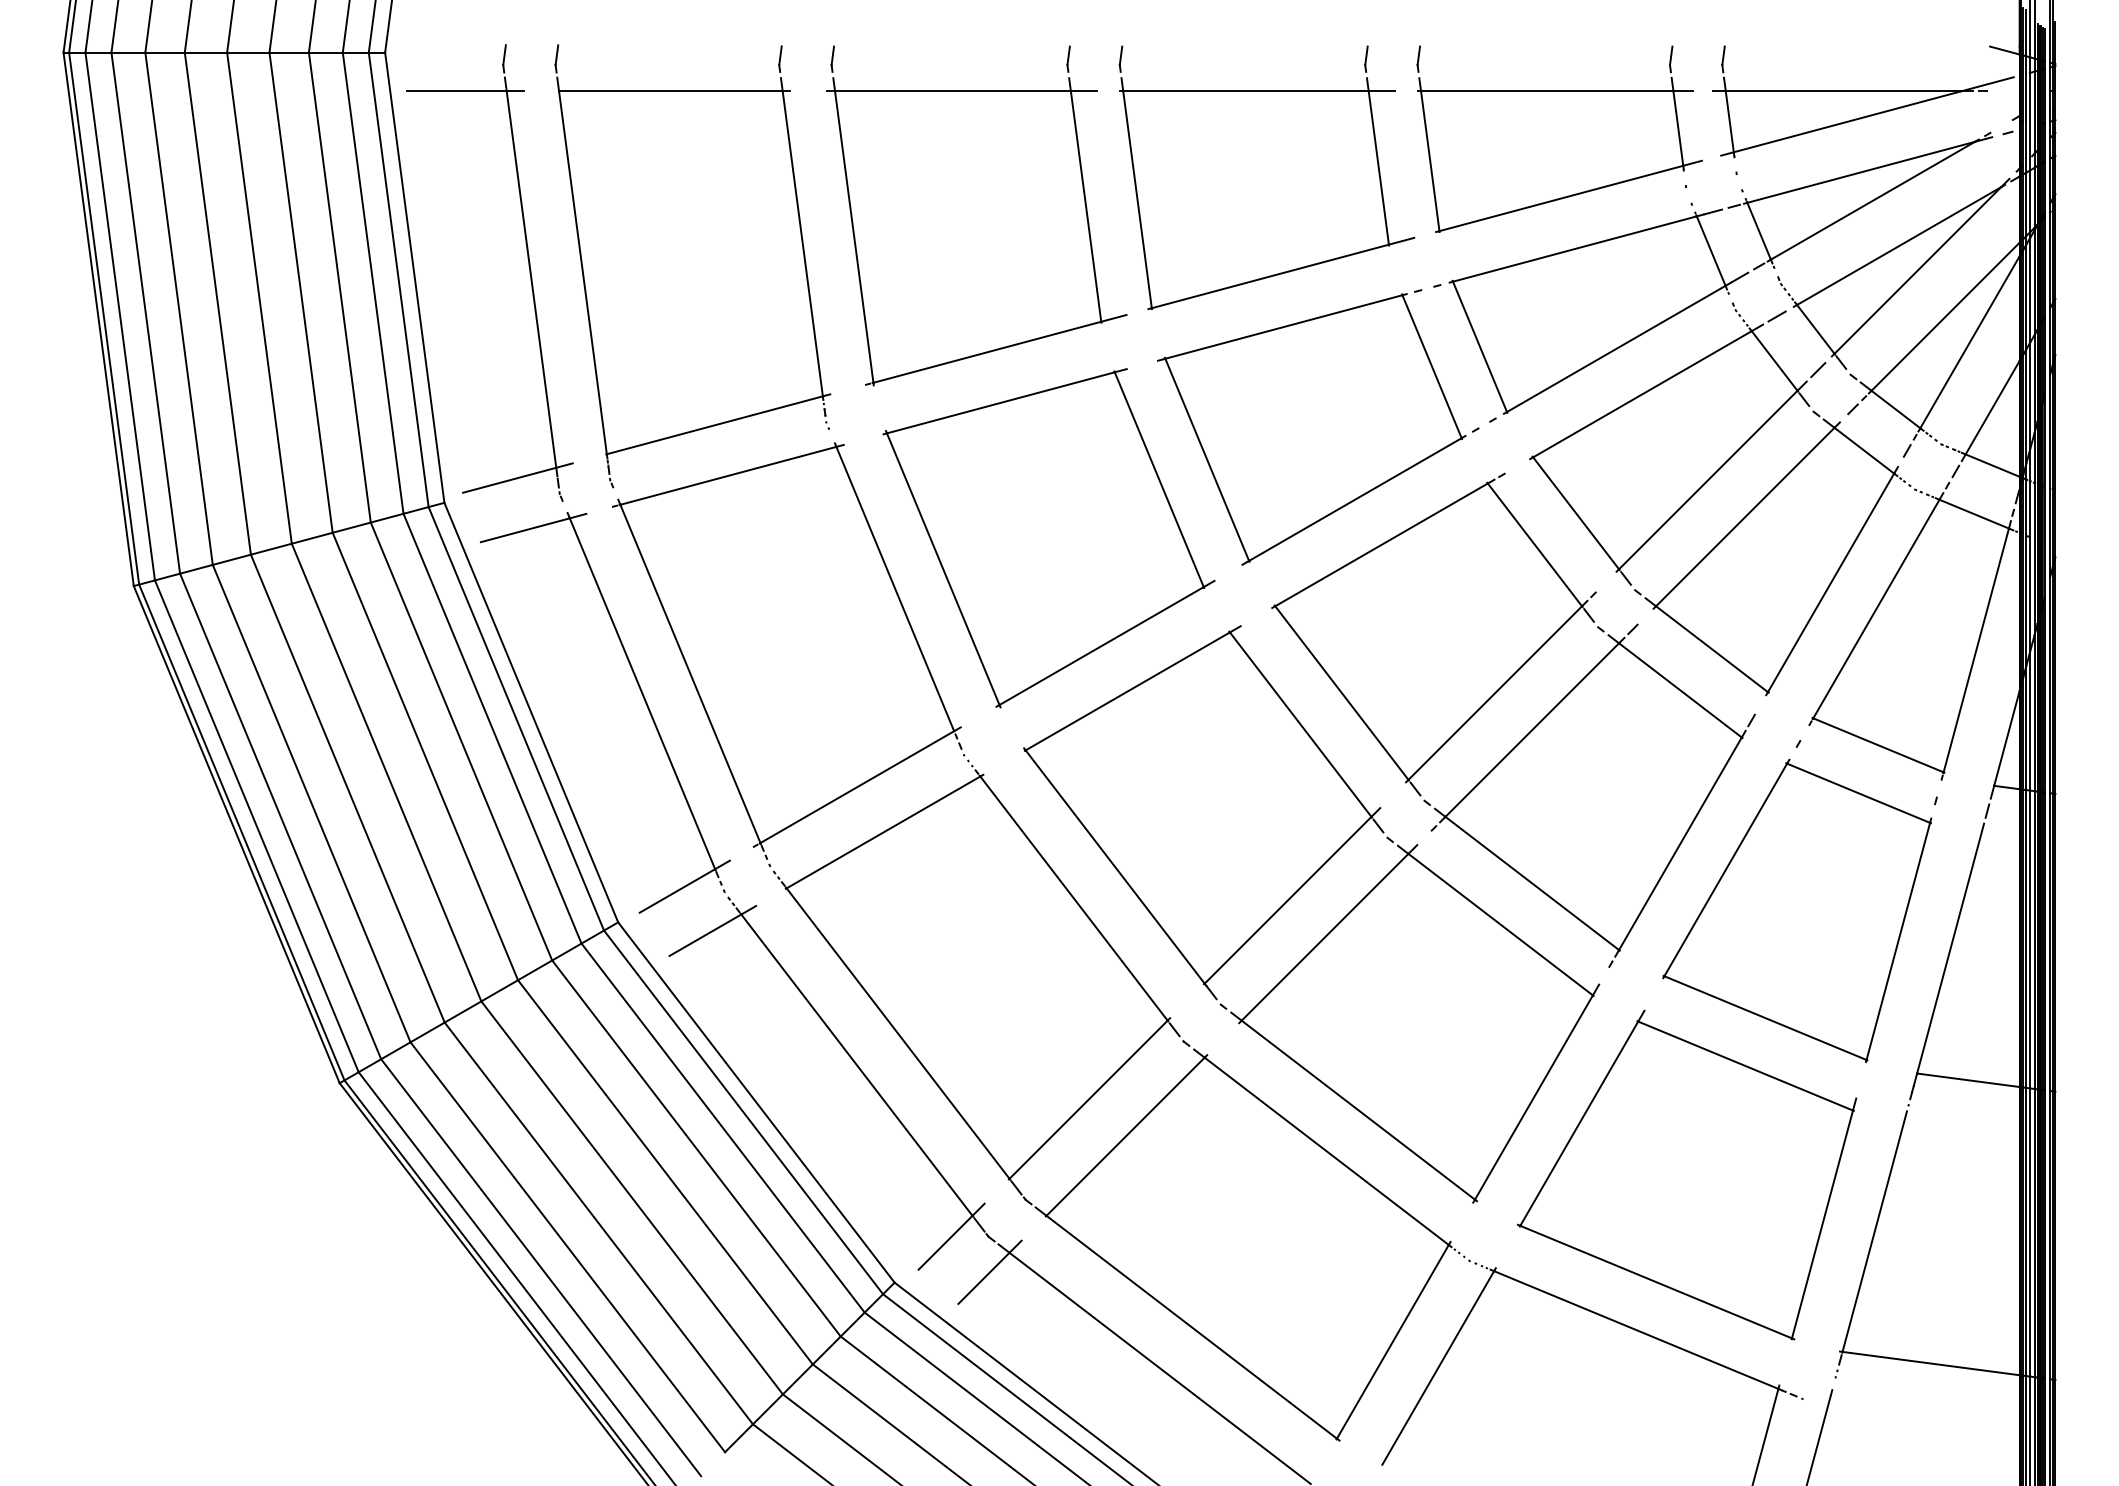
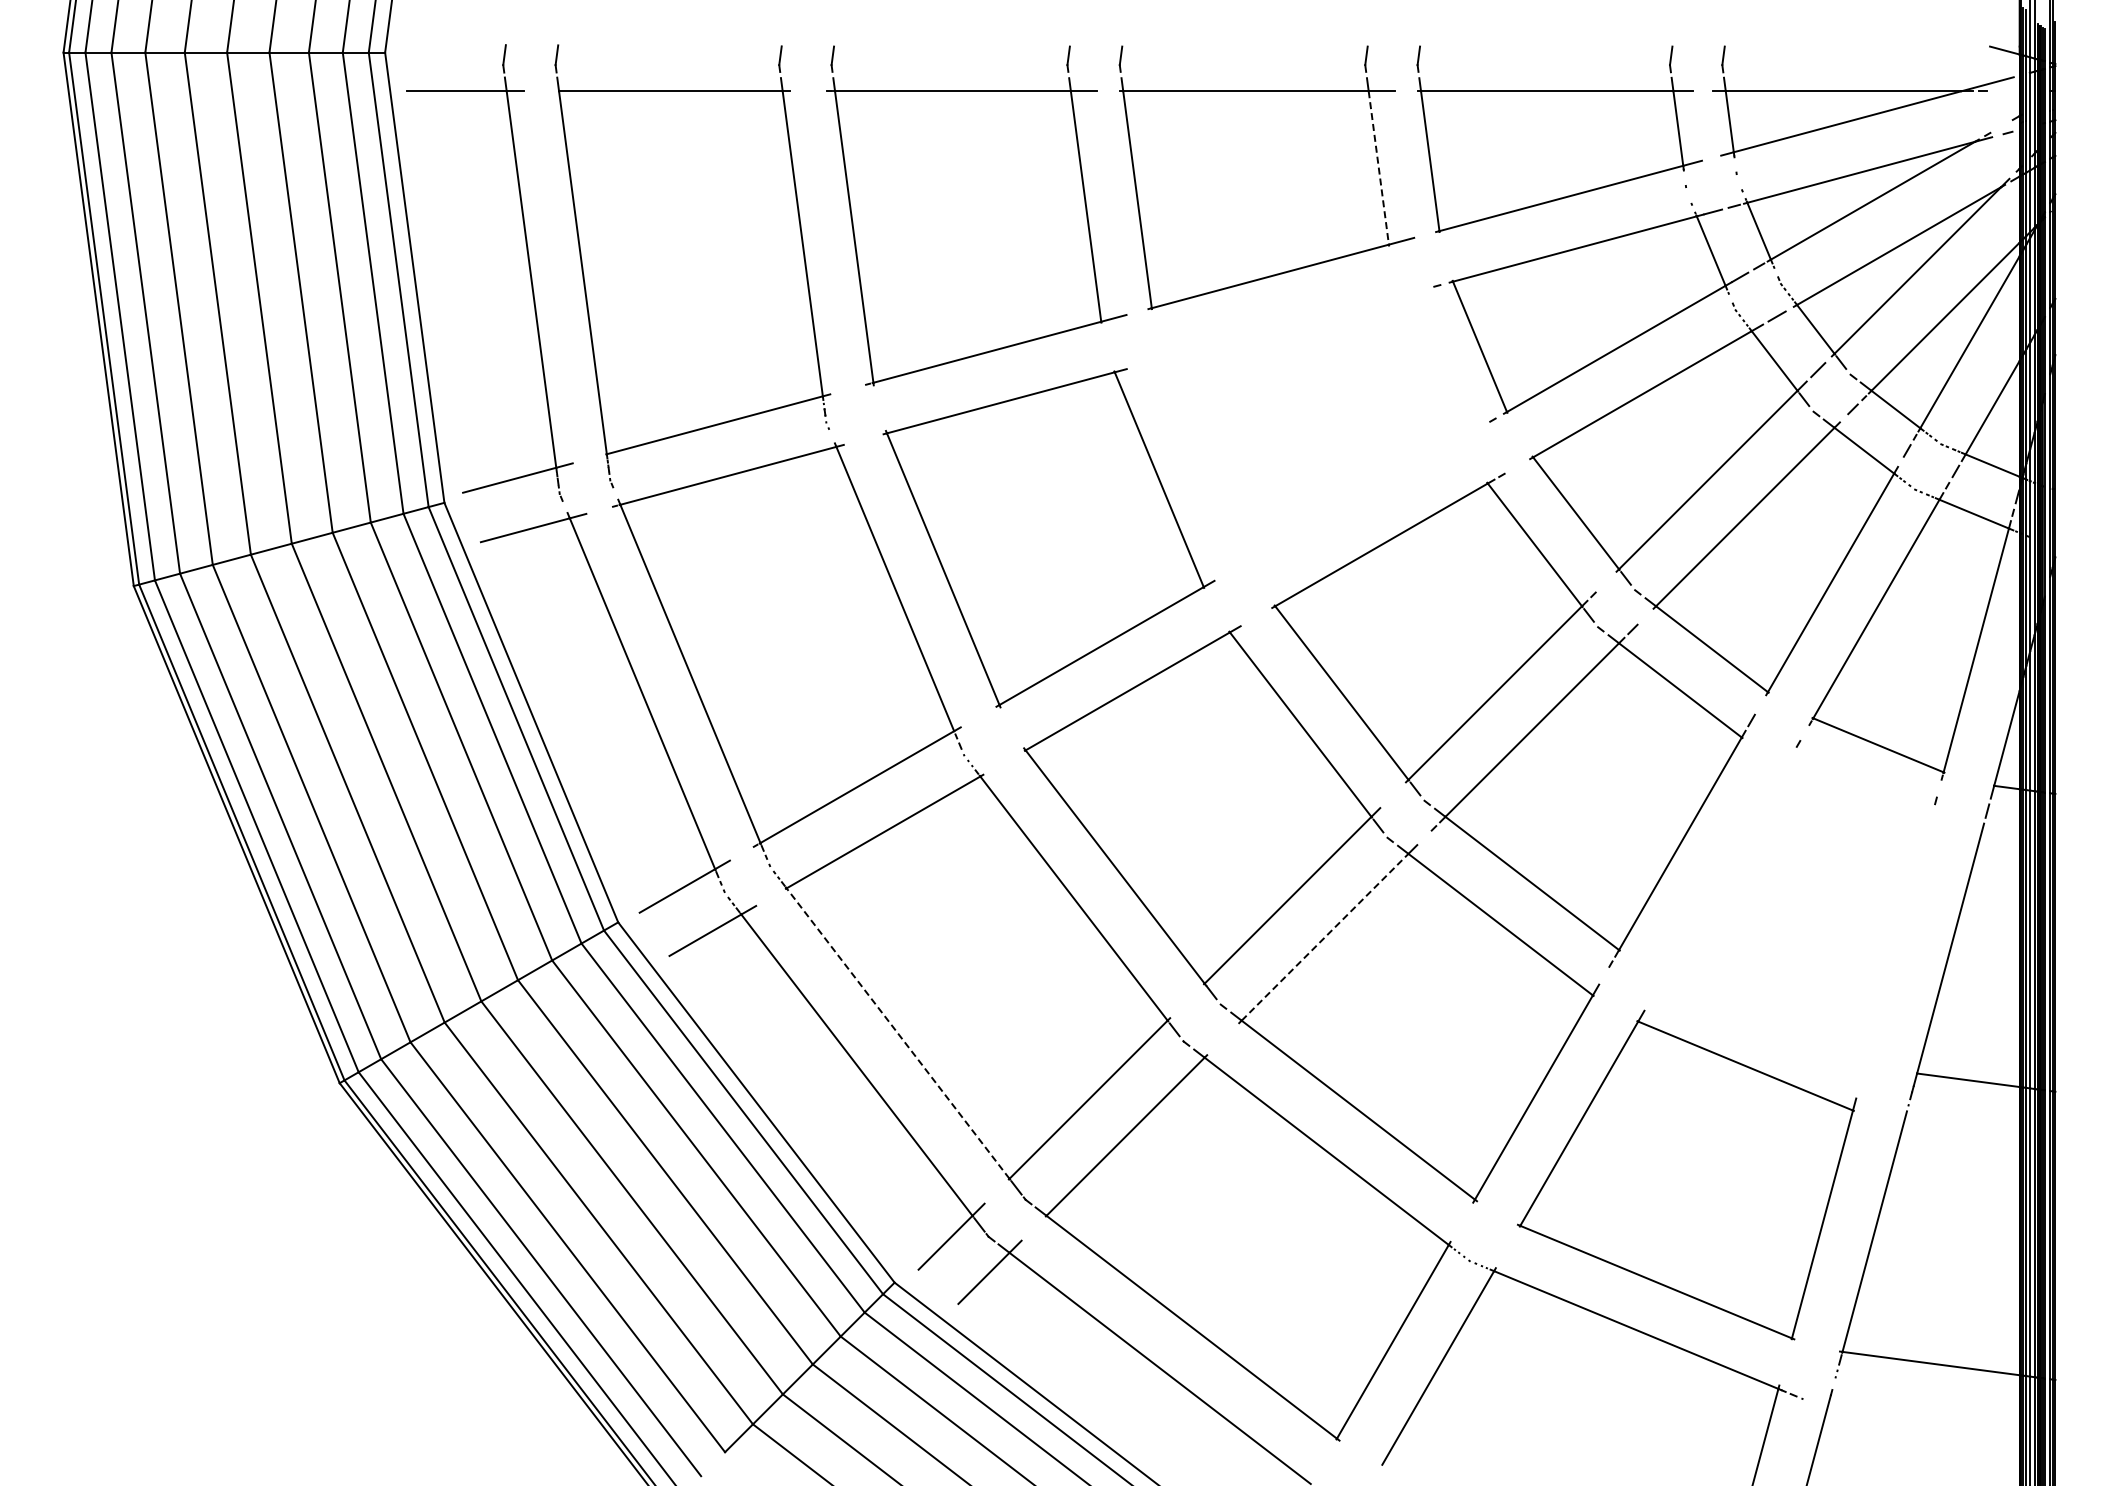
line at (1378, 168): solid -> dashed
part at (1318, 427): present -> none
part at (1797, 910): present -> none
line at (1325, 937): solid -> dashed
line at (897, 1033): solid -> dashed
